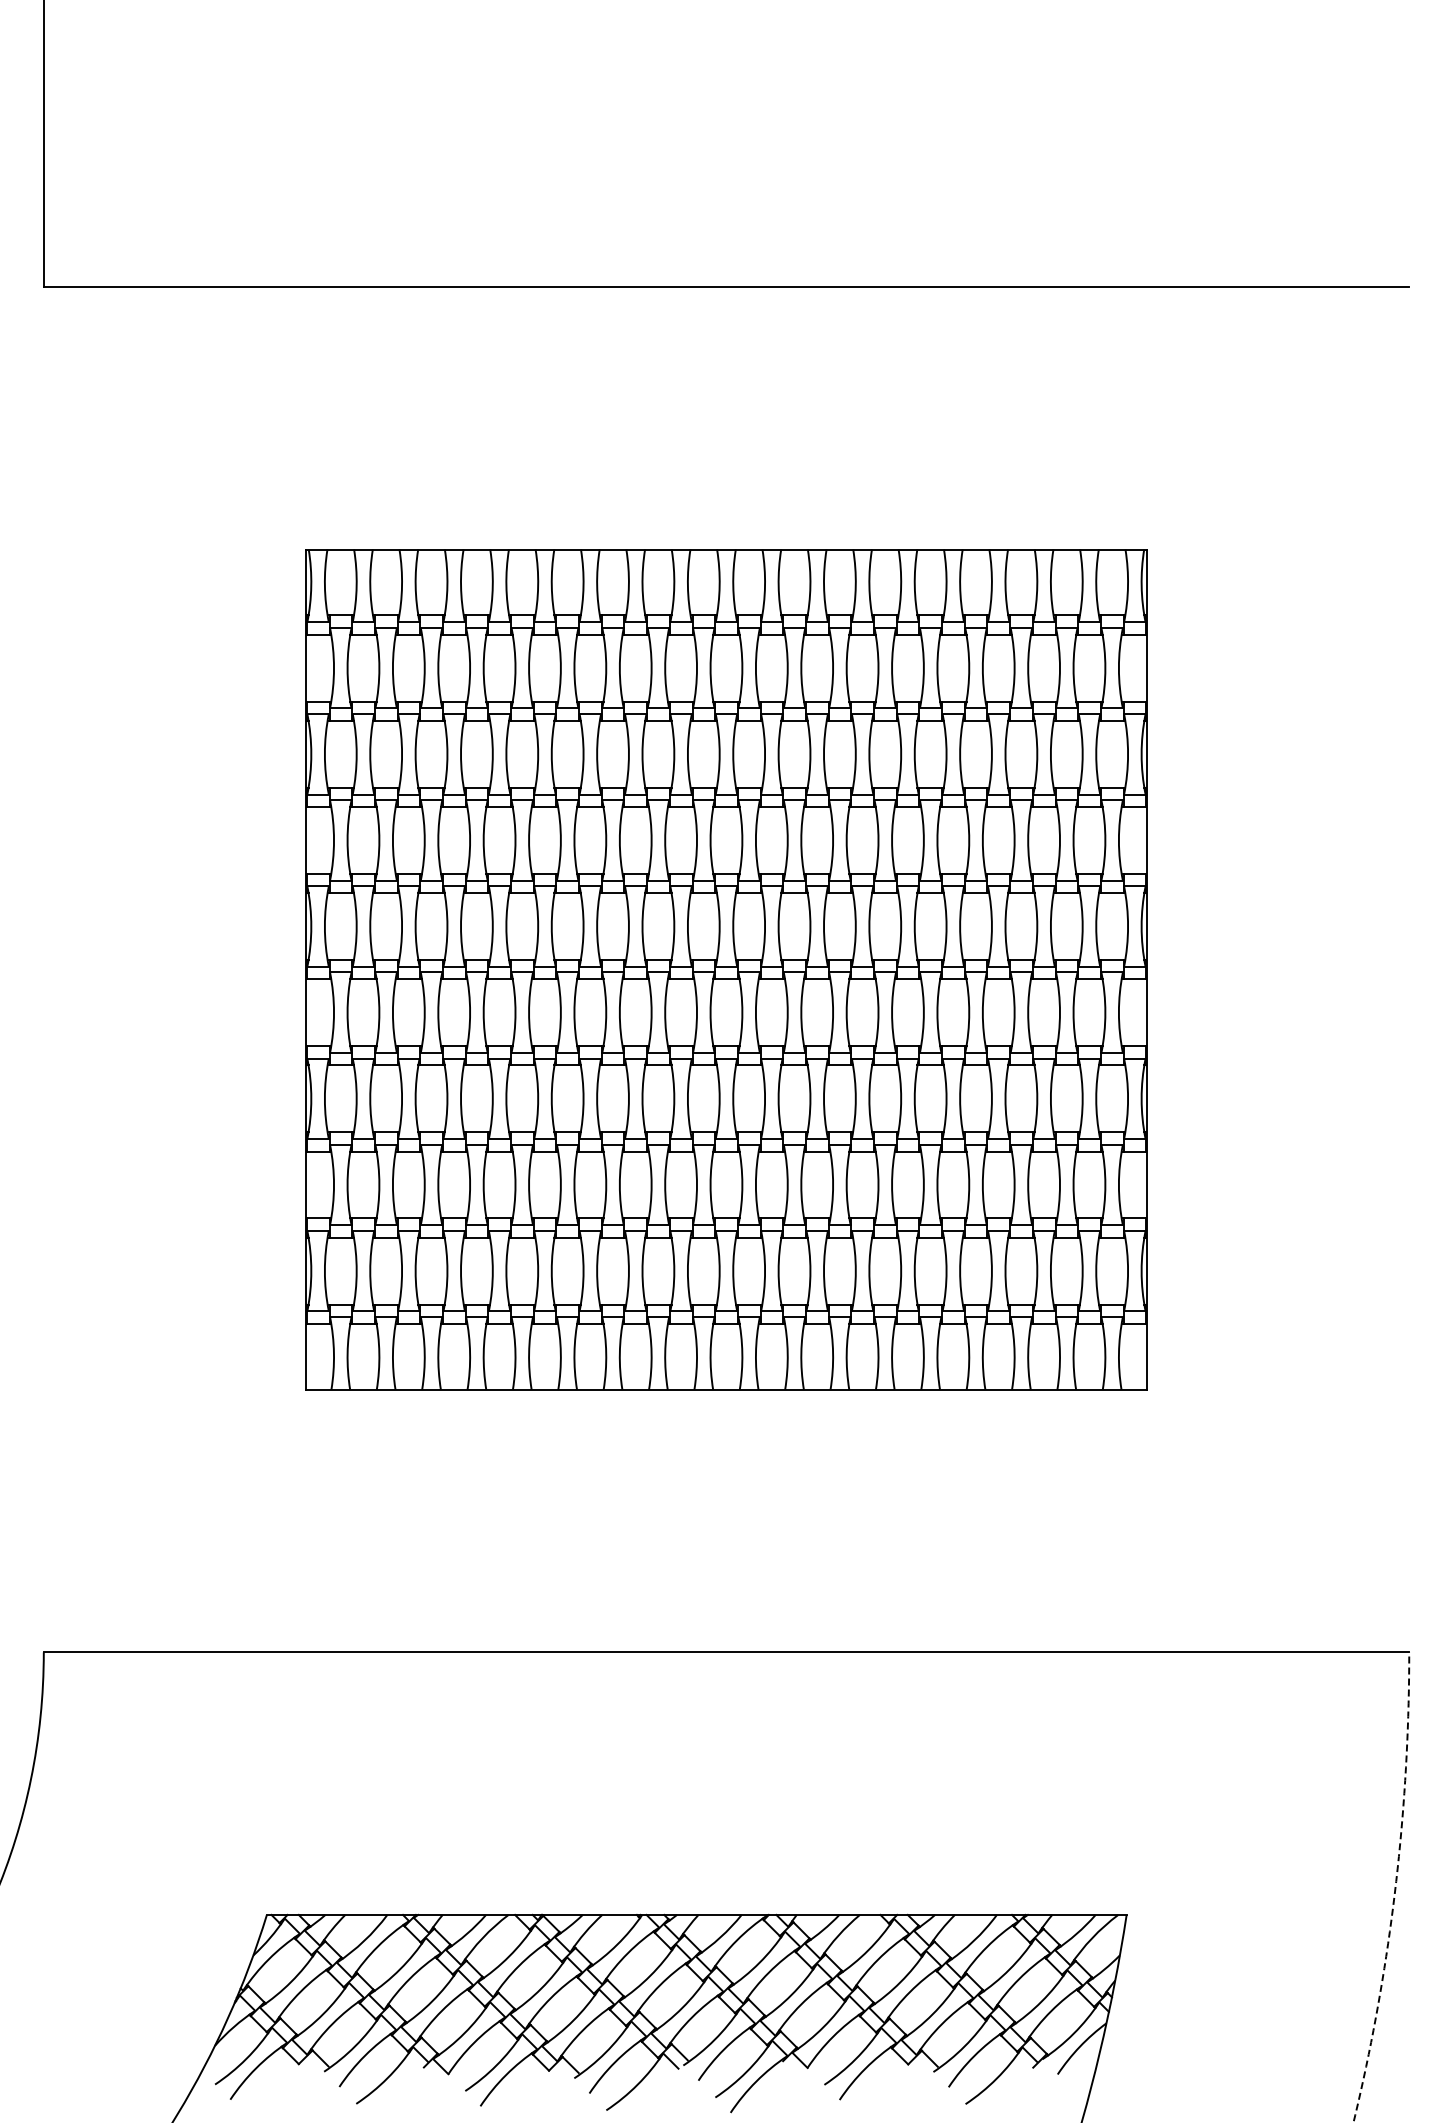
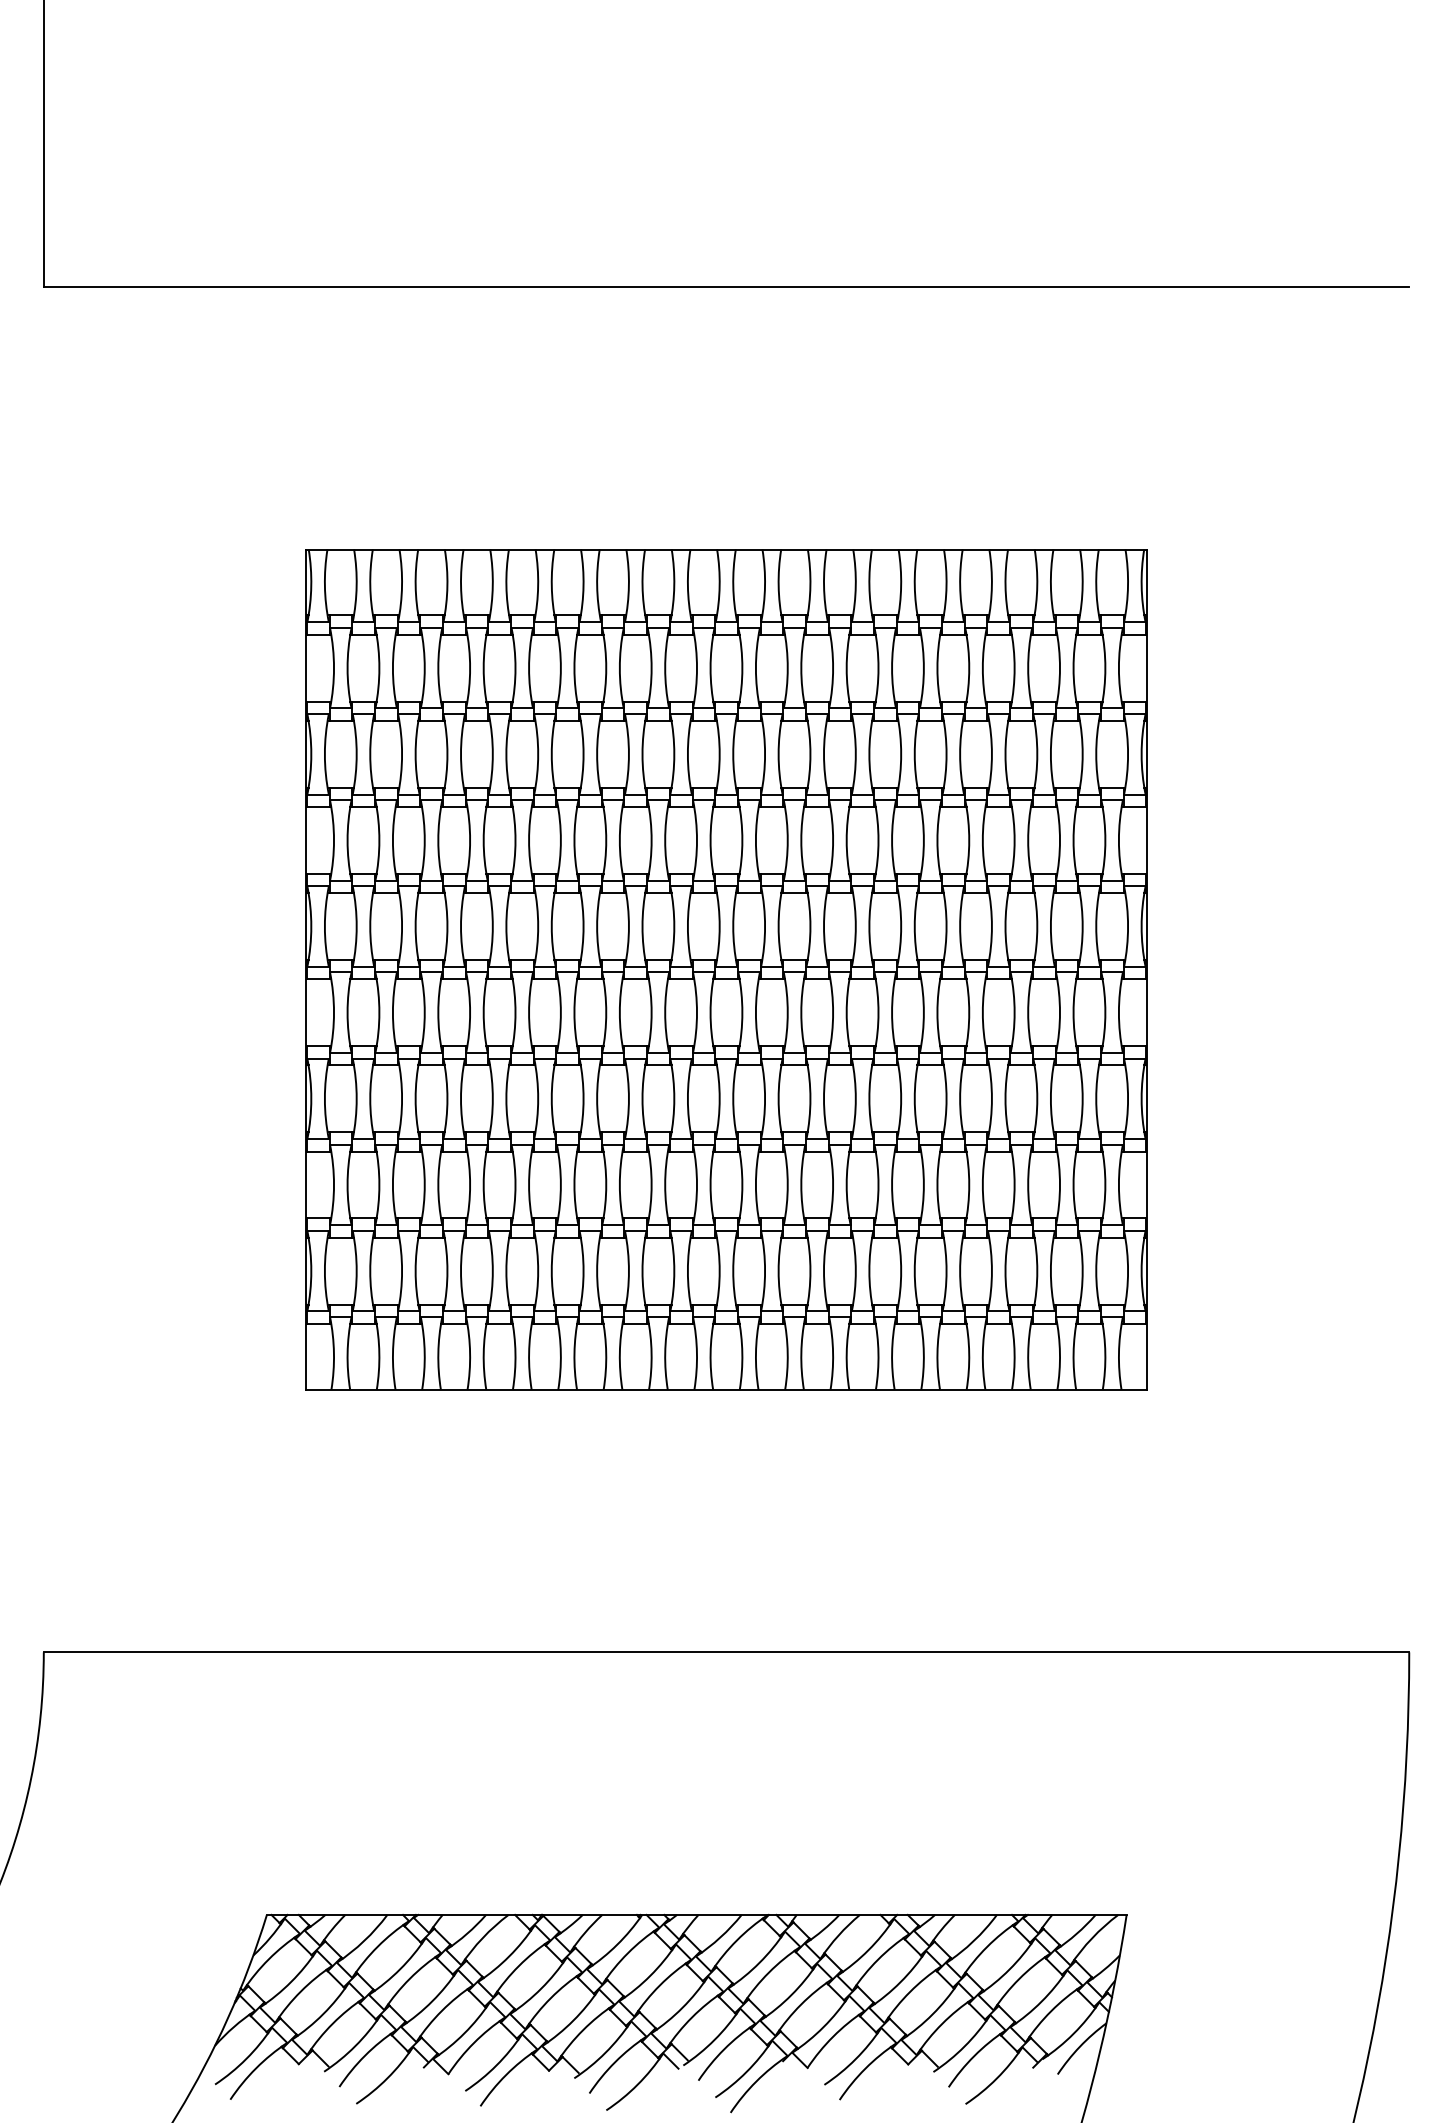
arc at (1395, 1888): dashed -> solid
